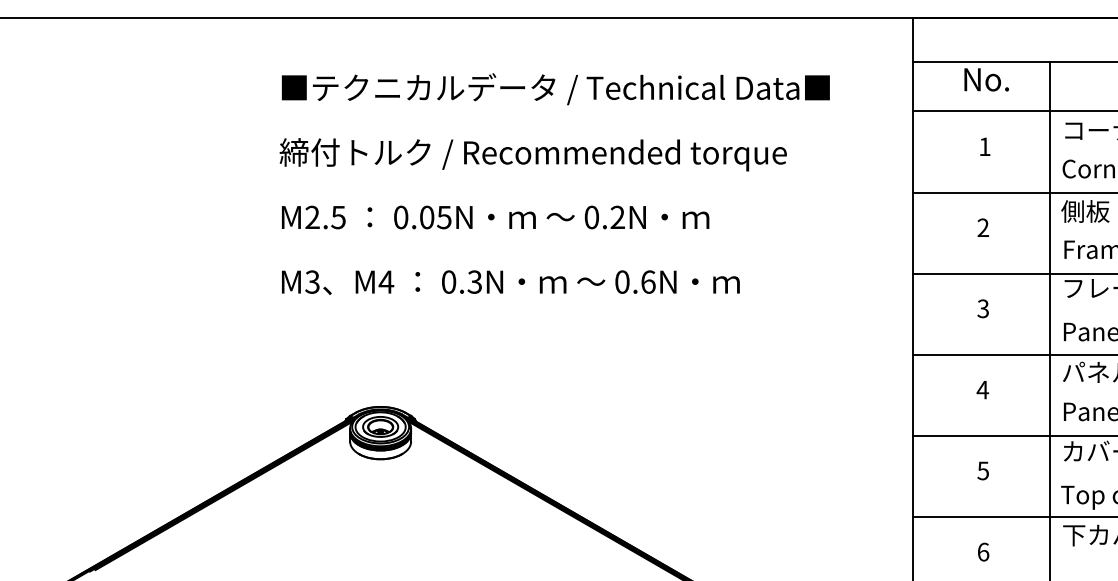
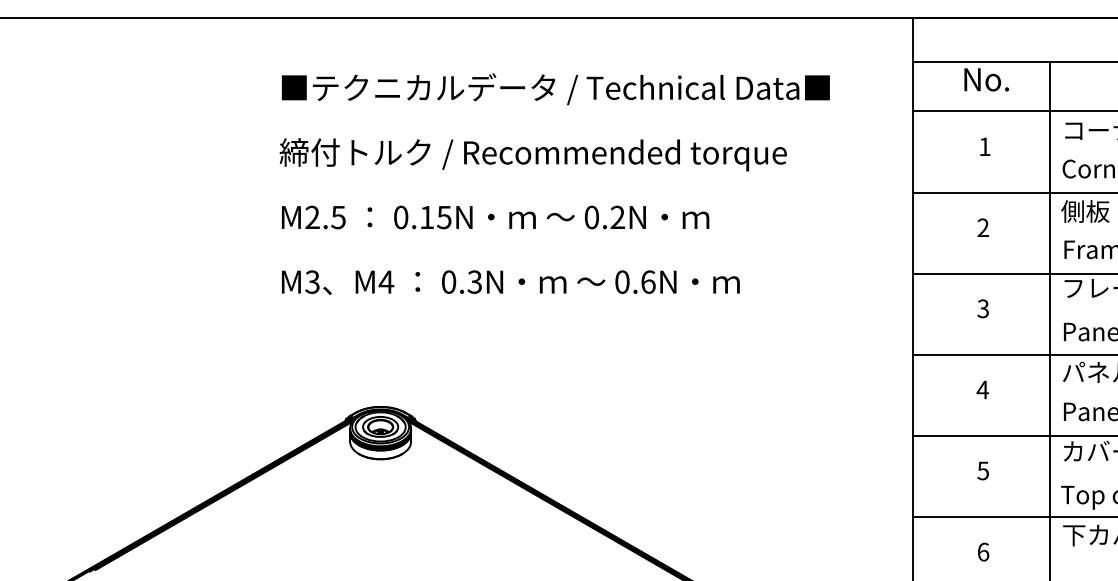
text at (427, 217): 0.05N -> 0.15N
